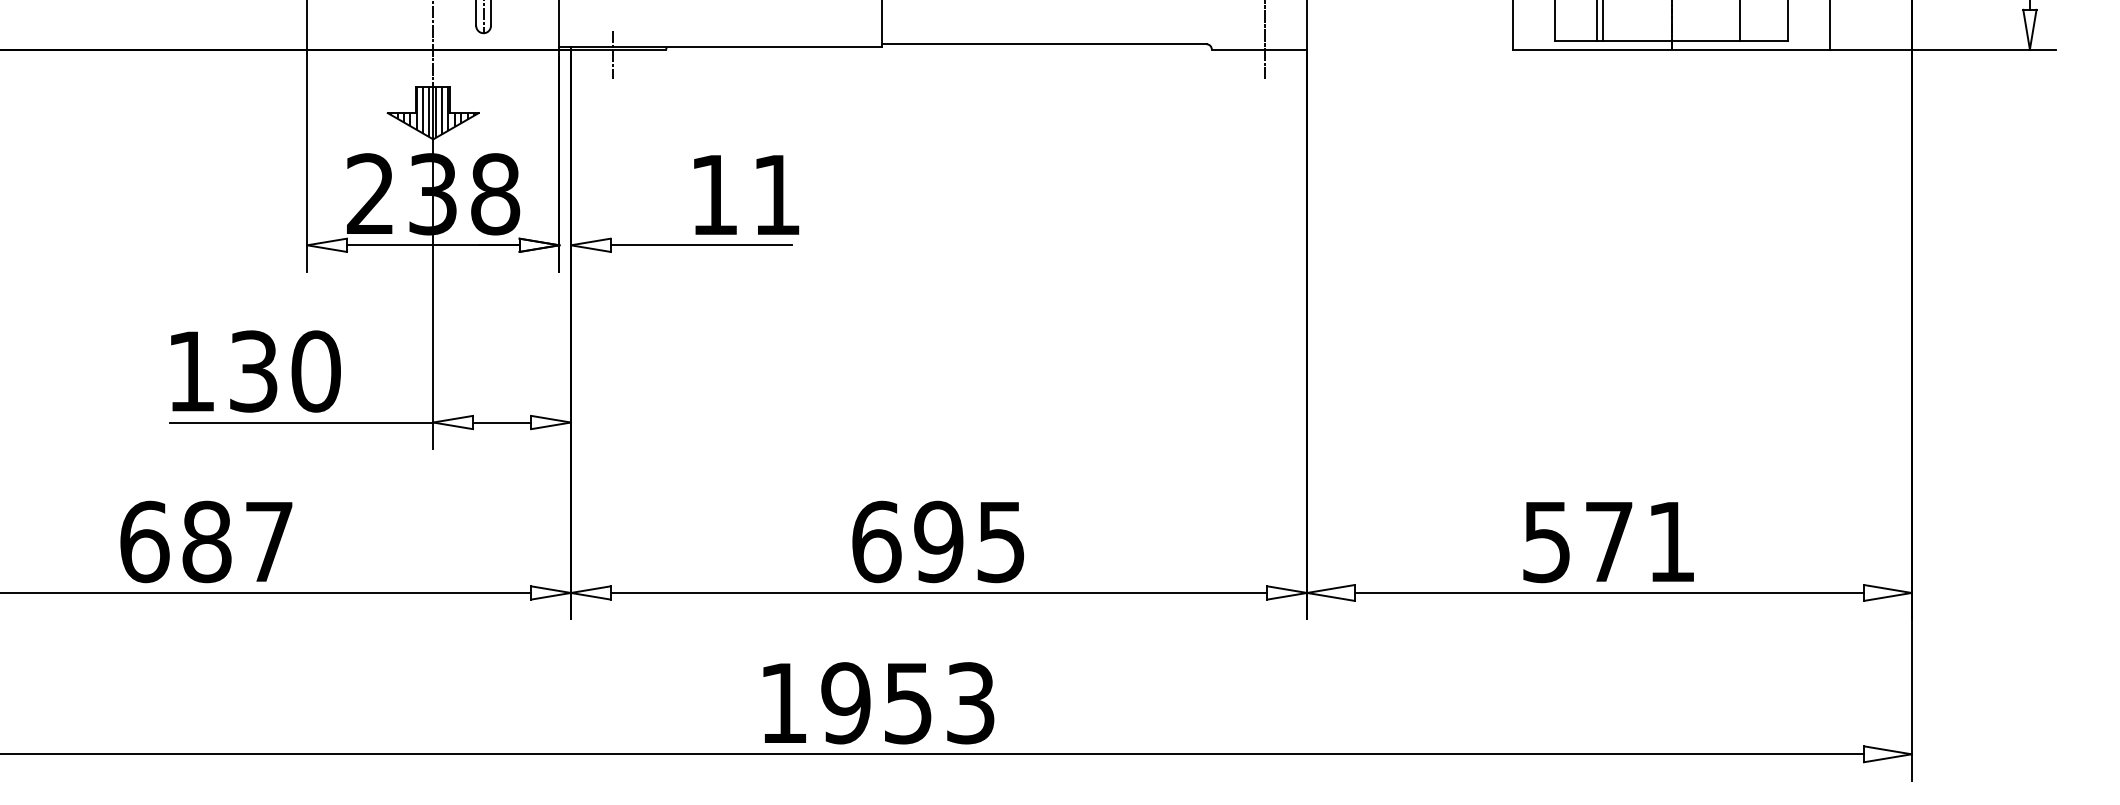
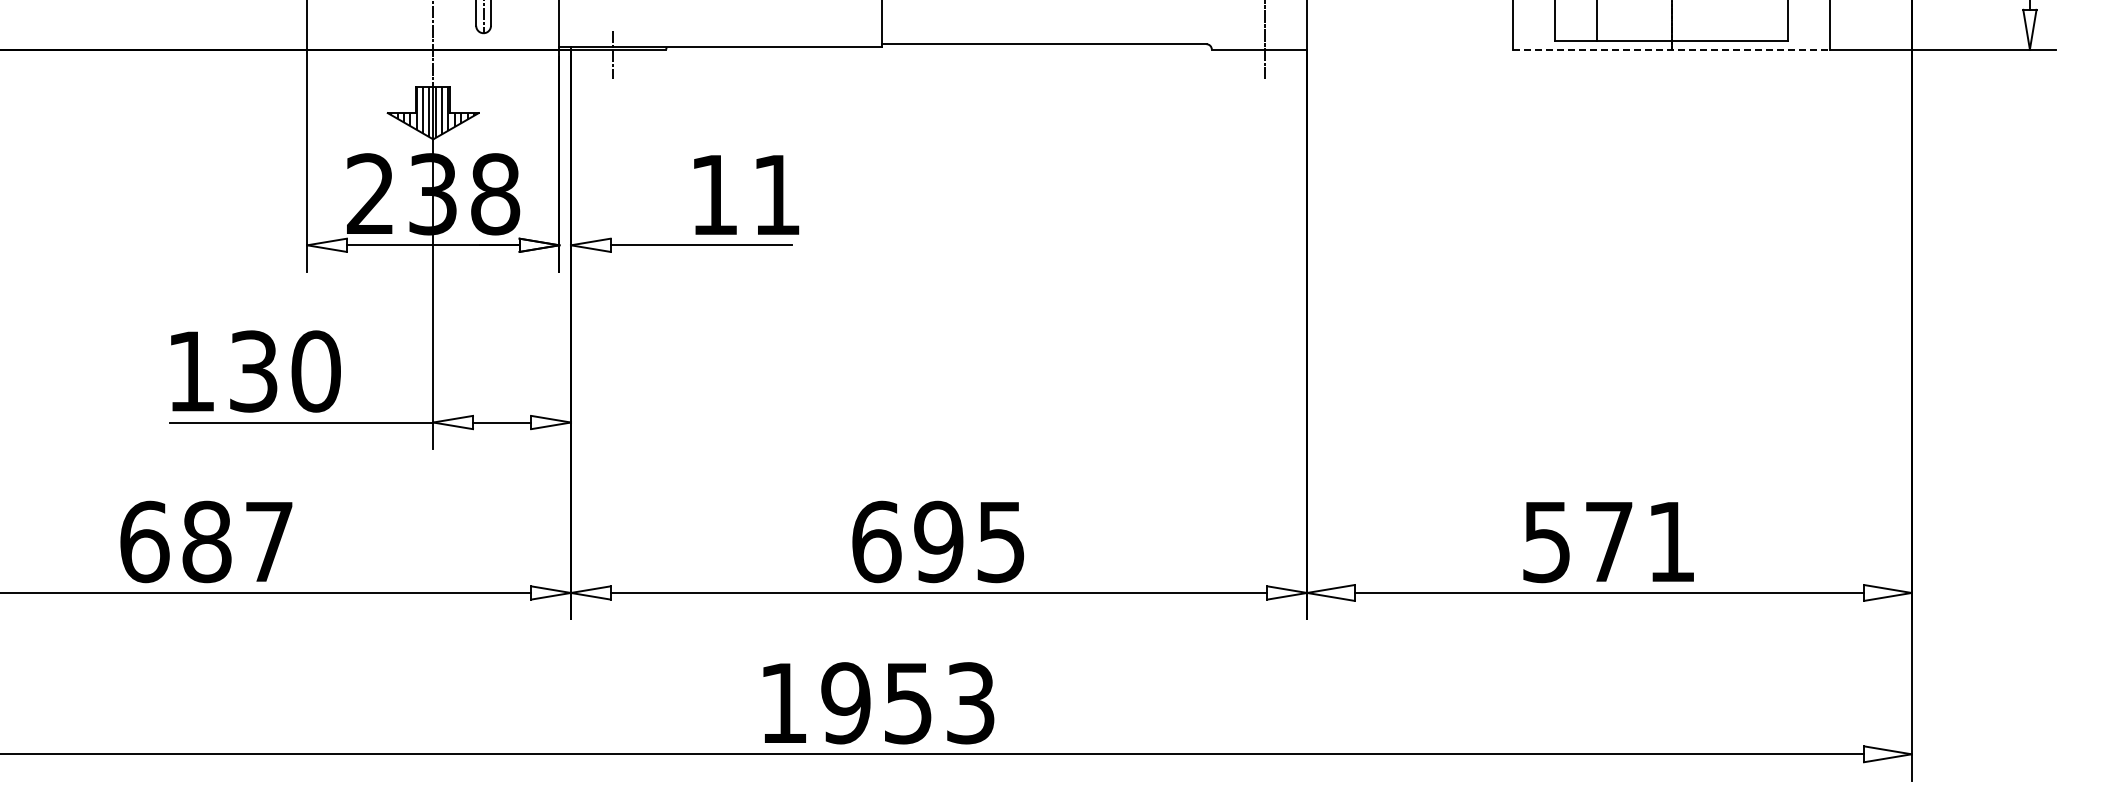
line at (1602, 21): present -> none
line at (1740, 21): present -> none
line at (1671, 49): solid -> dashed
